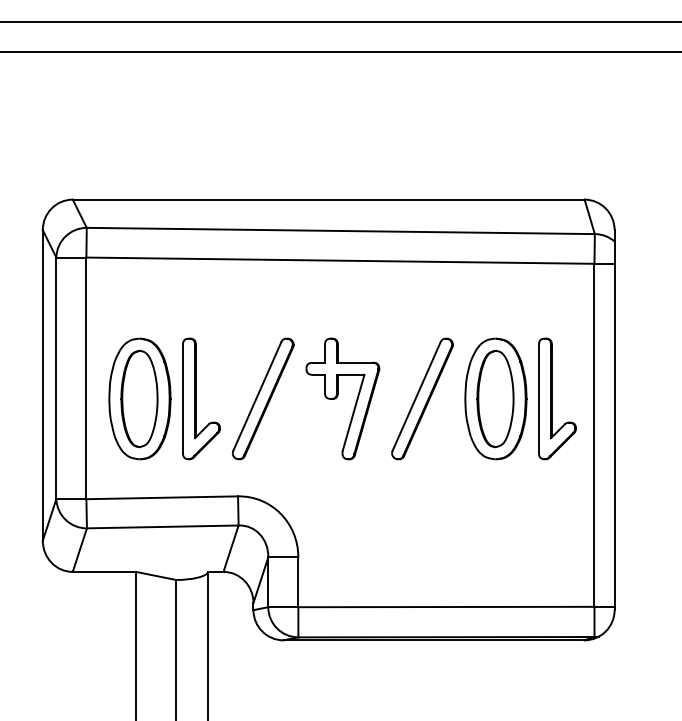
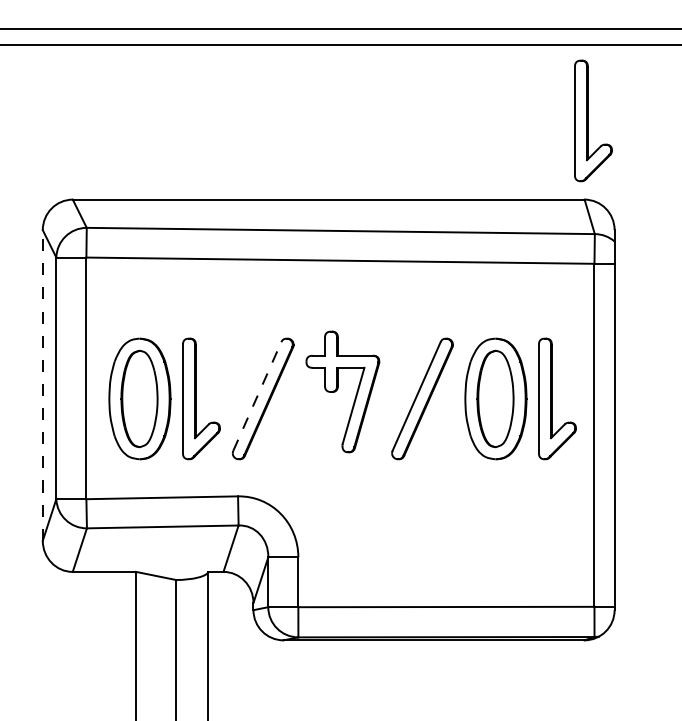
line at (340, 21) position: (340, 21) -> (340, 28)
line at (340, 51) position: (340, 51) -> (340, 44)
part at (593, 120): none -> present
line at (42, 385): solid -> dashed
line at (257, 396): solid -> dashed
part at (342, 398) position: (342, 398) -> (342, 391)
